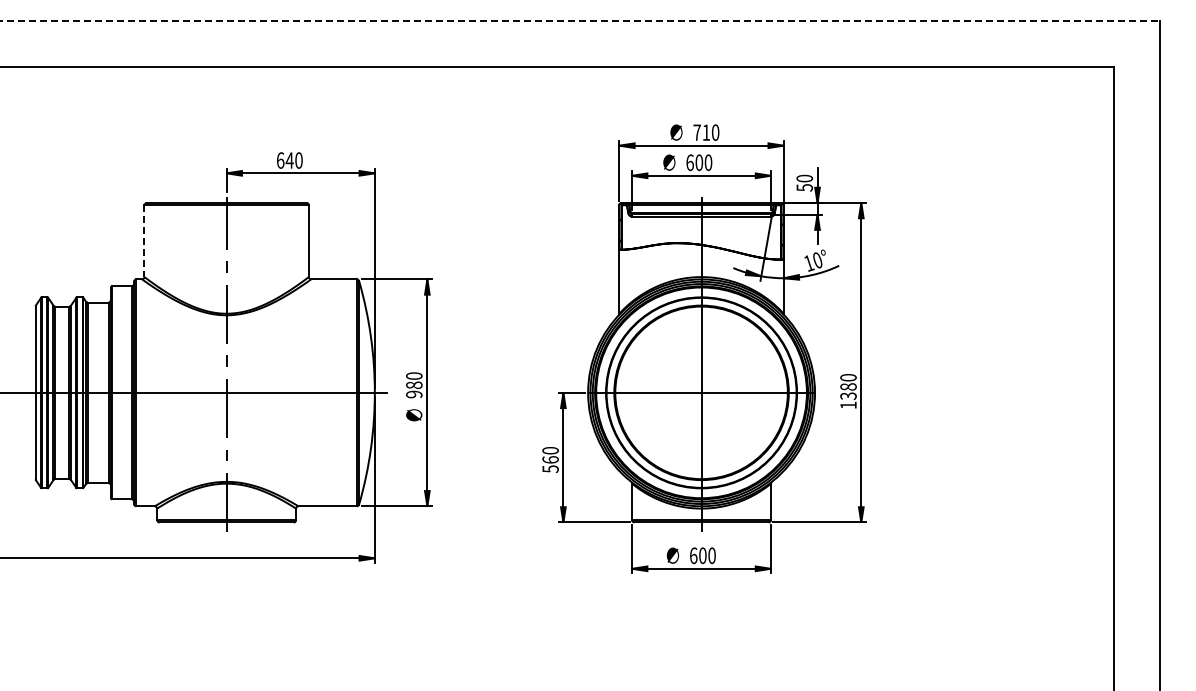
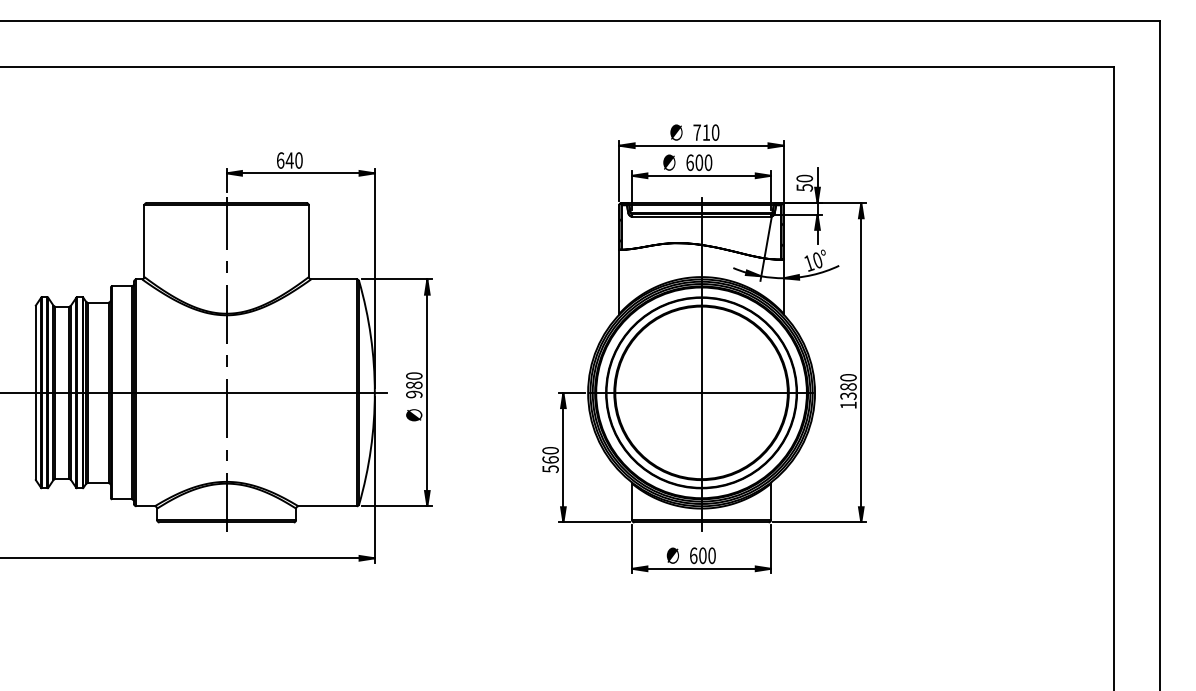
line at (580, 20): dashed -> solid
line at (144, 241): dashed -> solid
